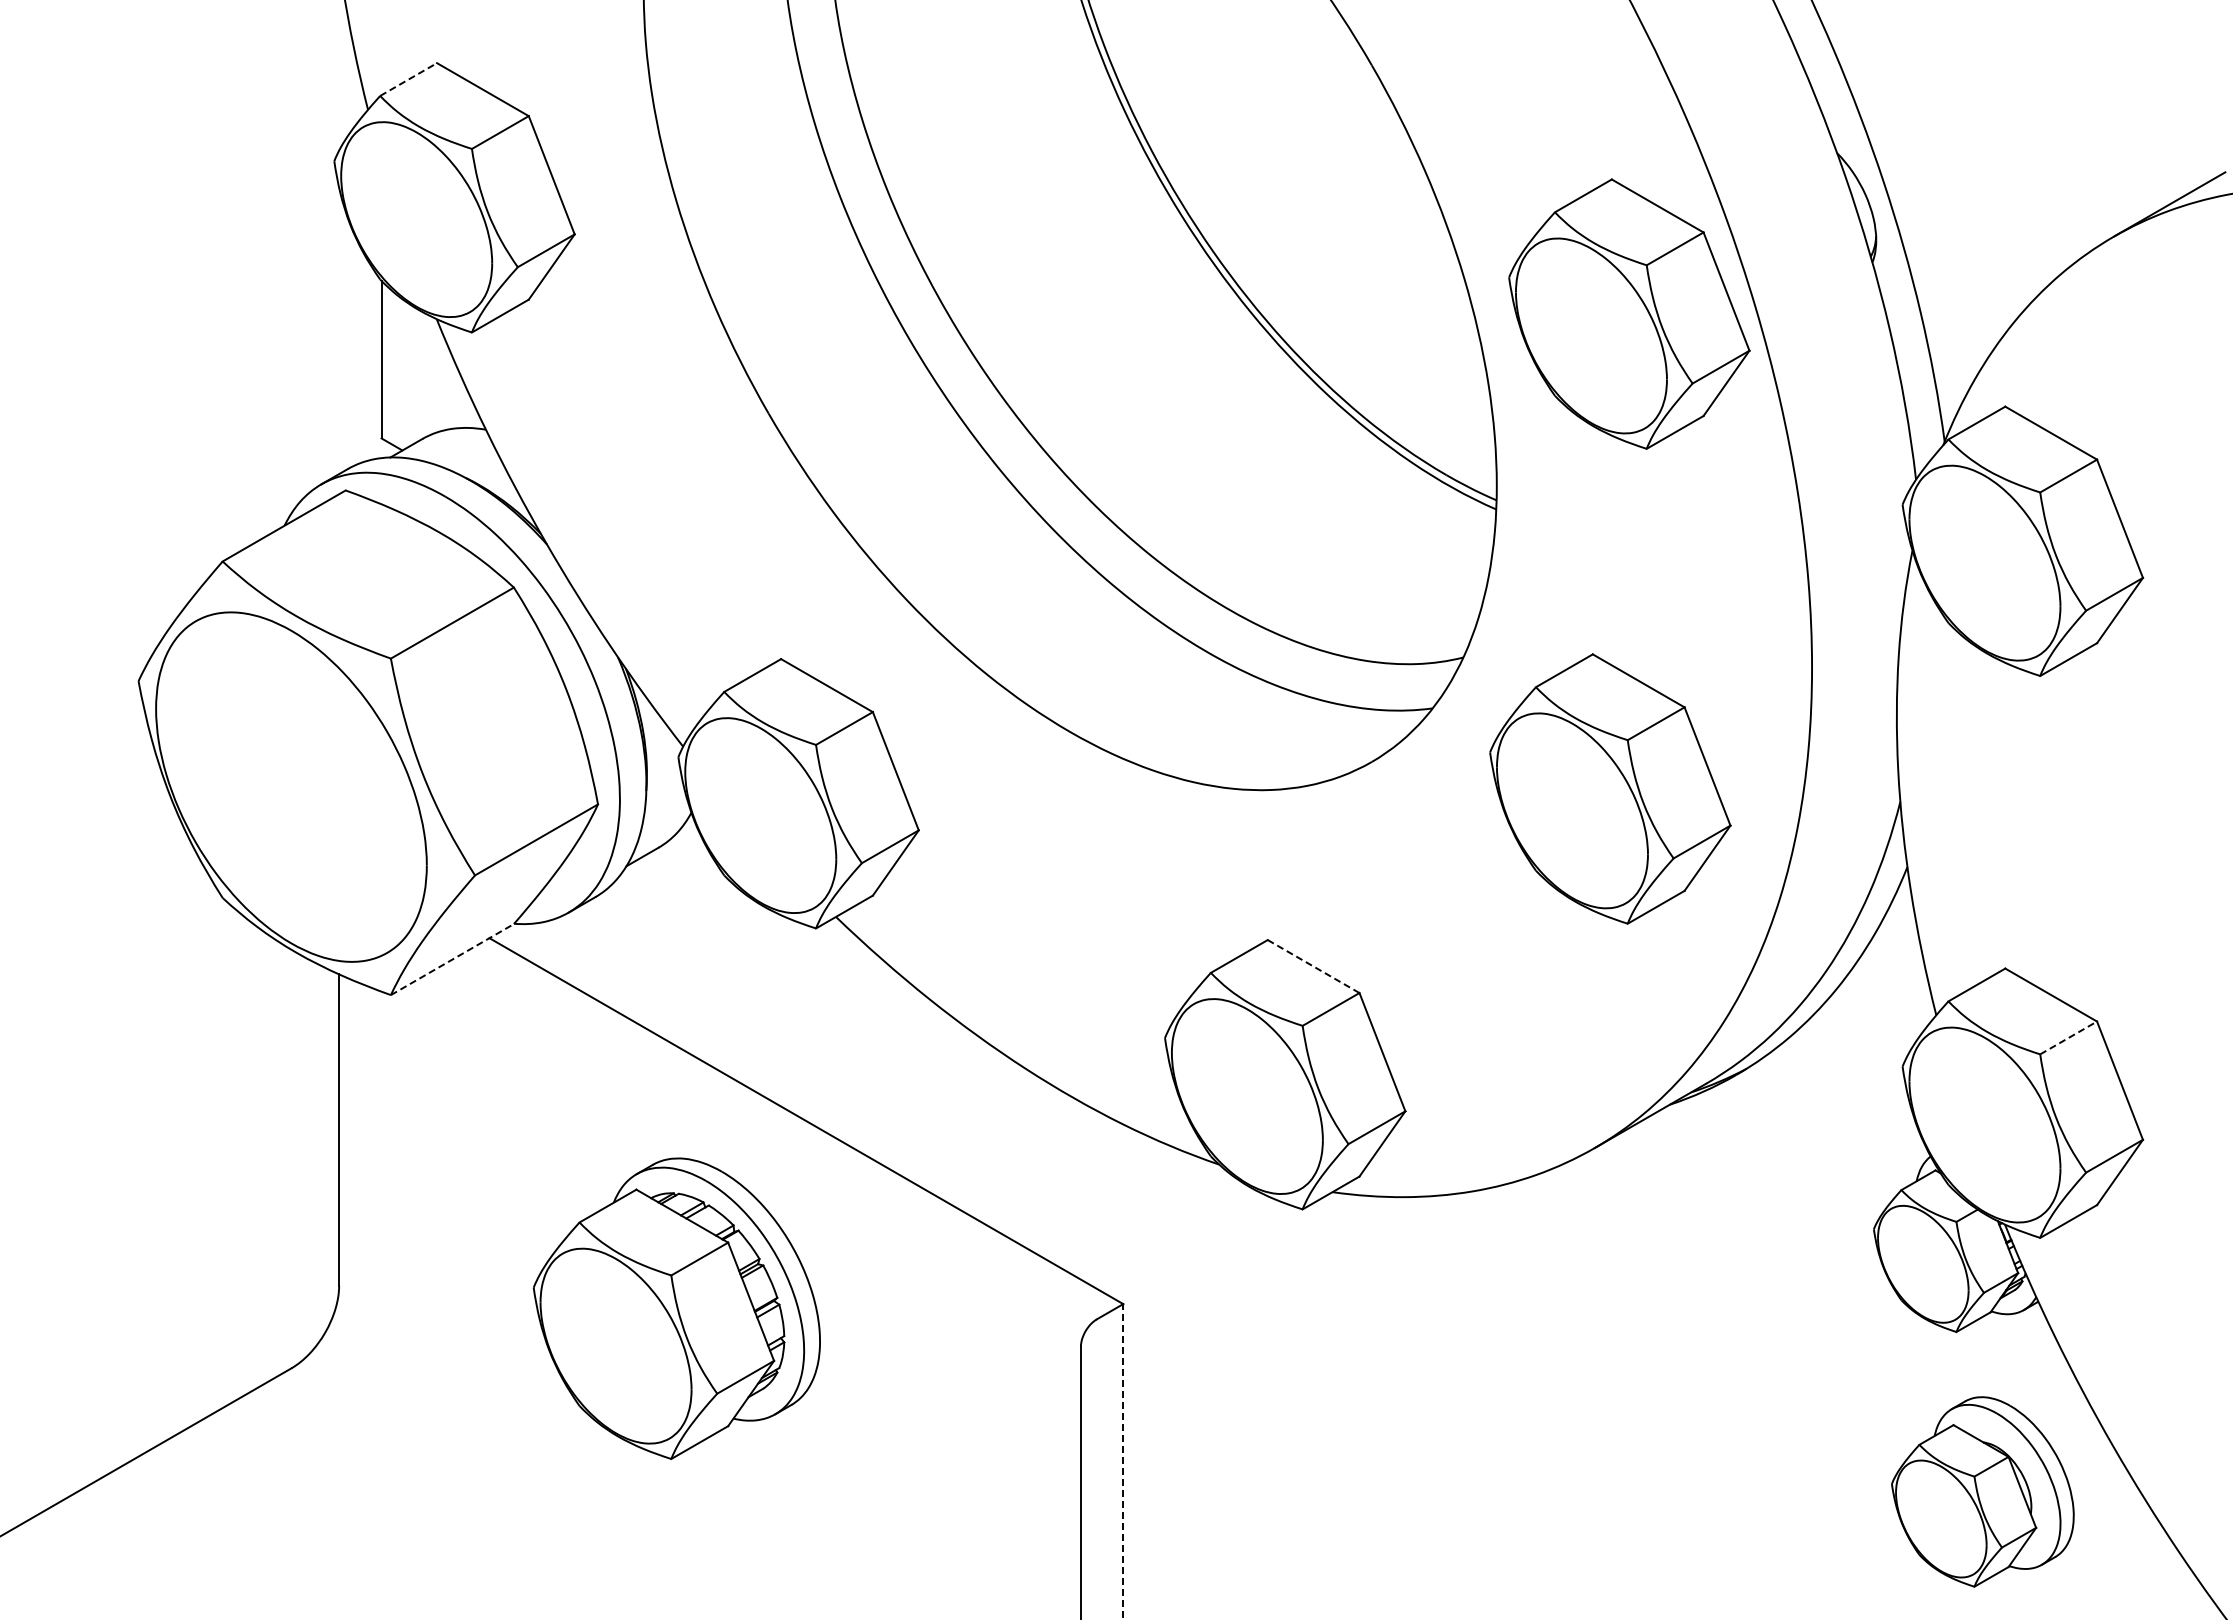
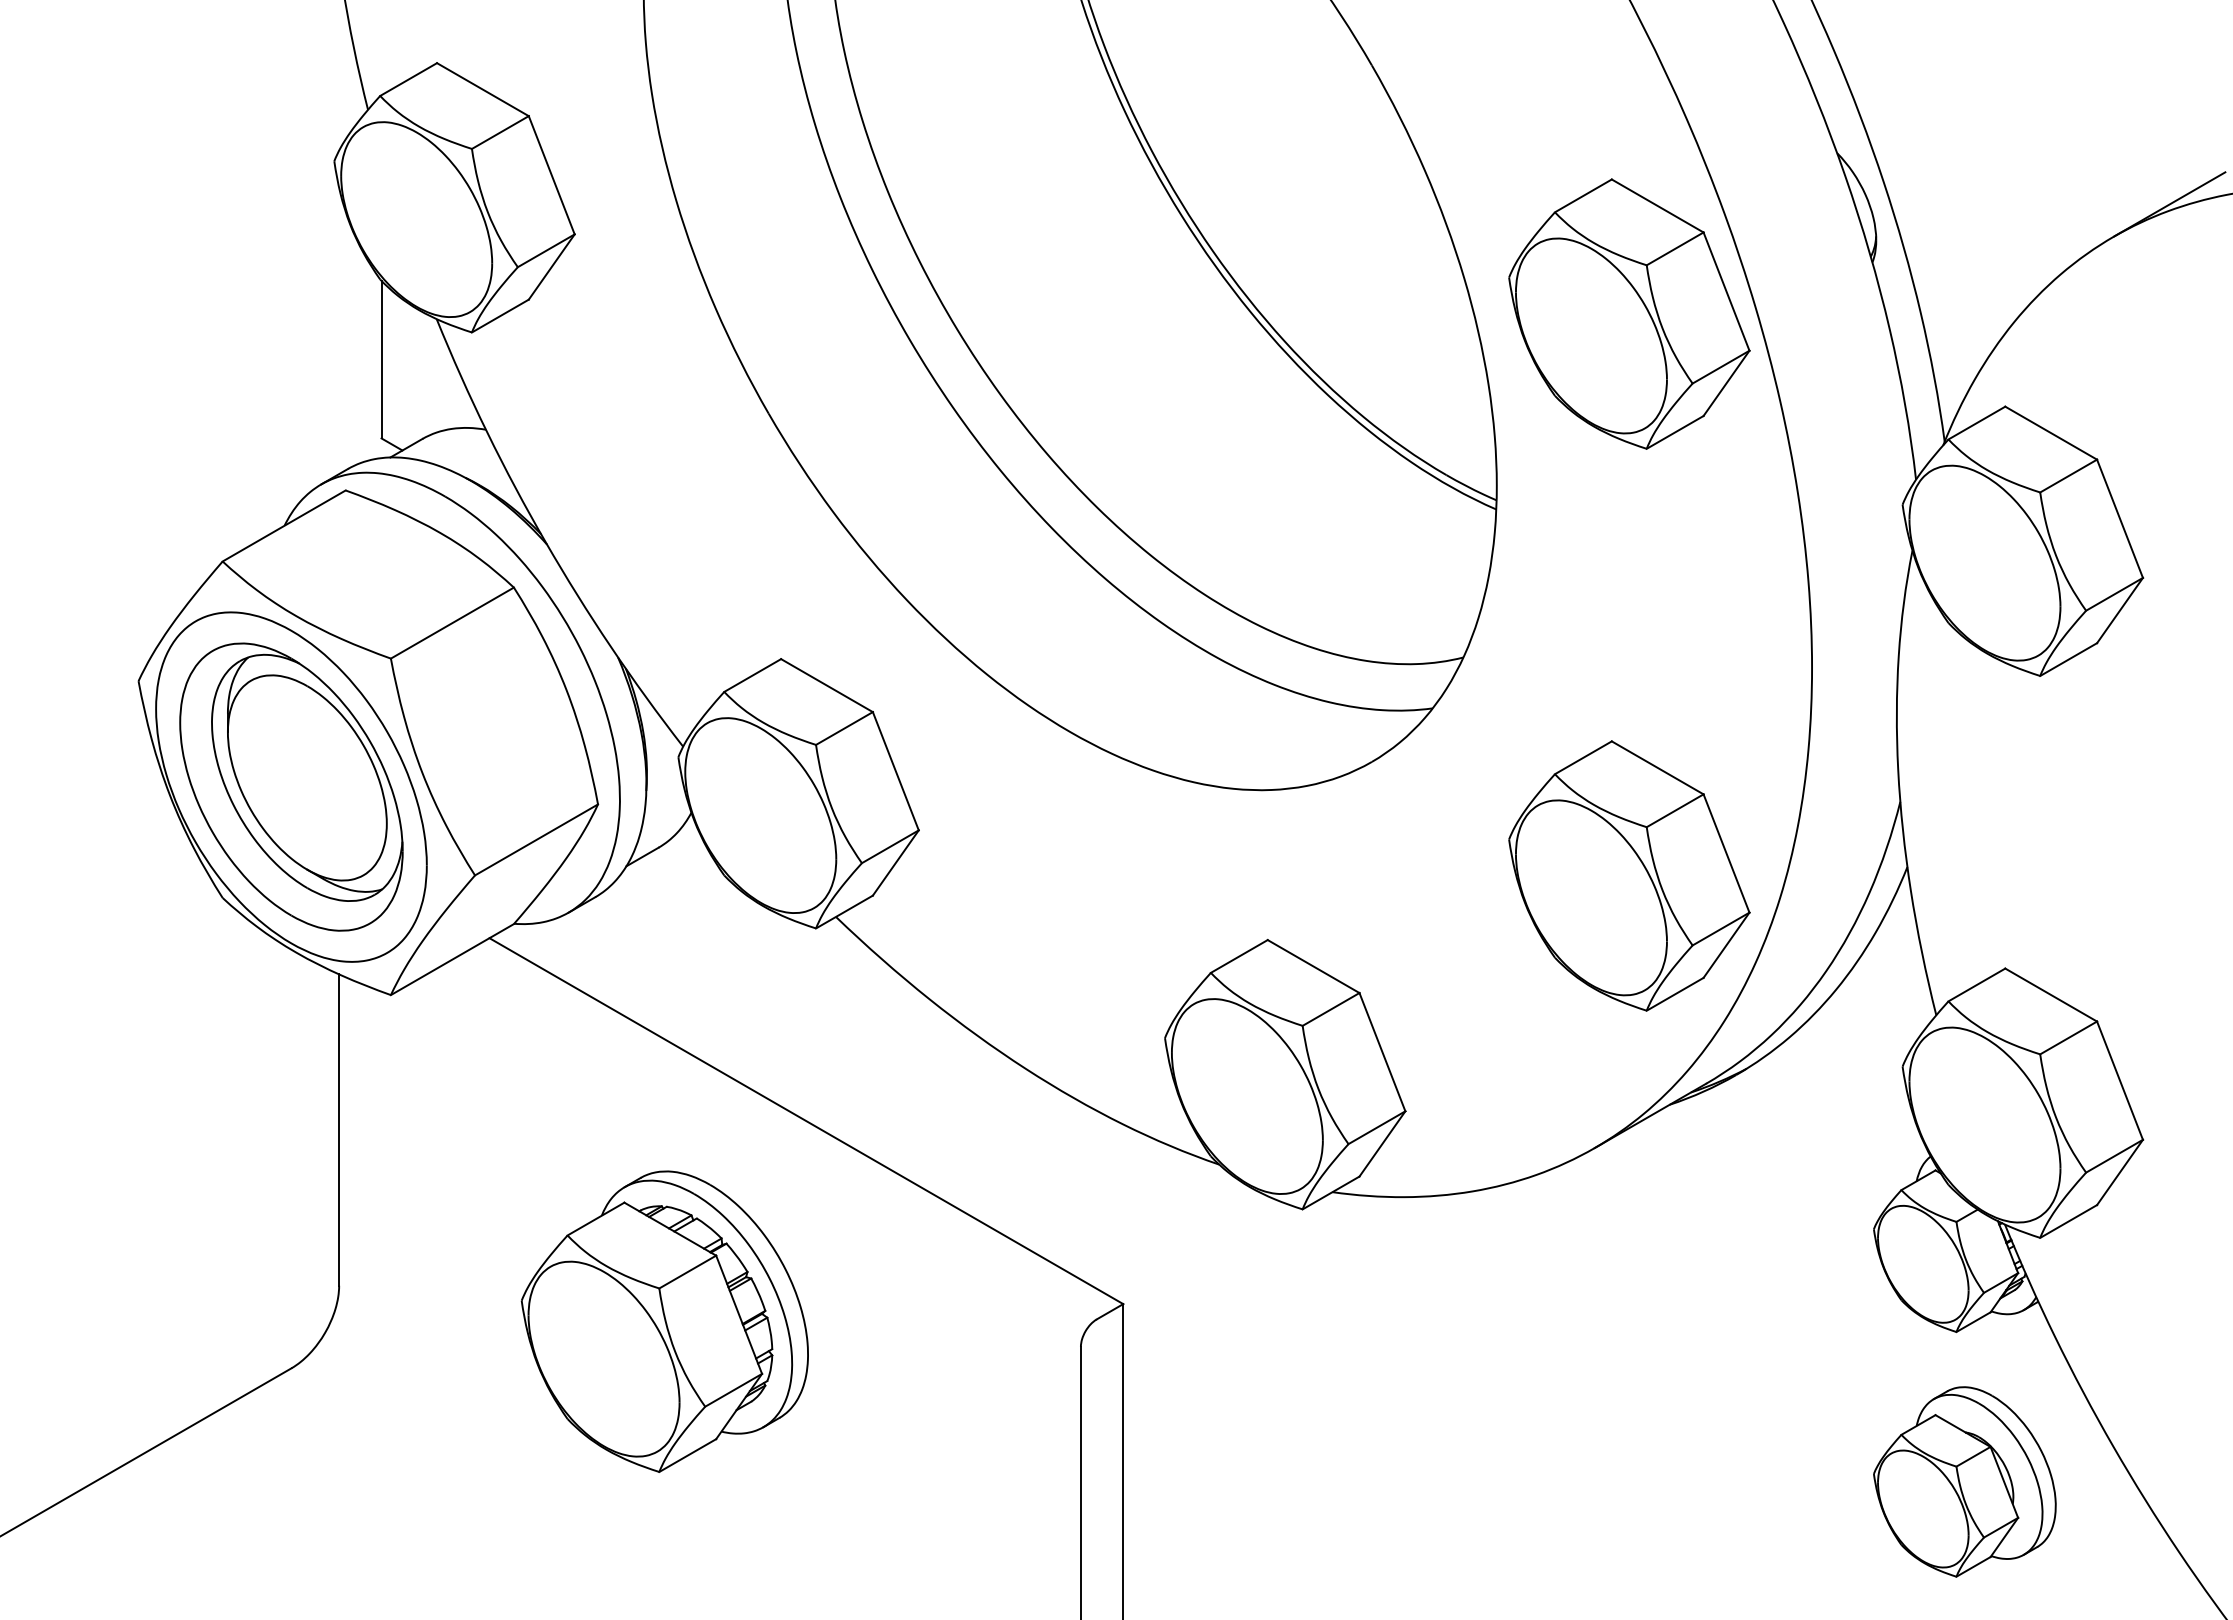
line at (408, 79): dashed -> solid
part at (291, 786): none -> present
part at (1610, 788) position: (1610, 788) -> (1629, 875)
line at (452, 959): dashed -> solid
line at (1313, 966): dashed -> solid
line at (2068, 1037): dashed -> solid
part at (676, 1308) position: (676, 1308) -> (664, 1321)
line at (1123, 1461): dashed -> solid
part at (1982, 1491) position: (1982, 1491) -> (1964, 1481)
